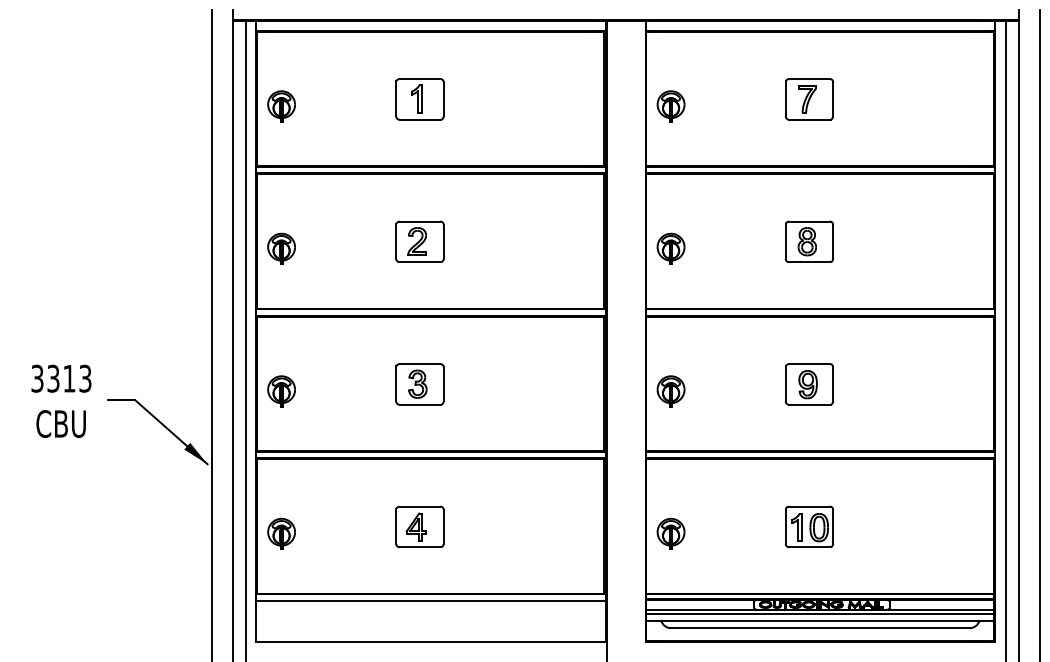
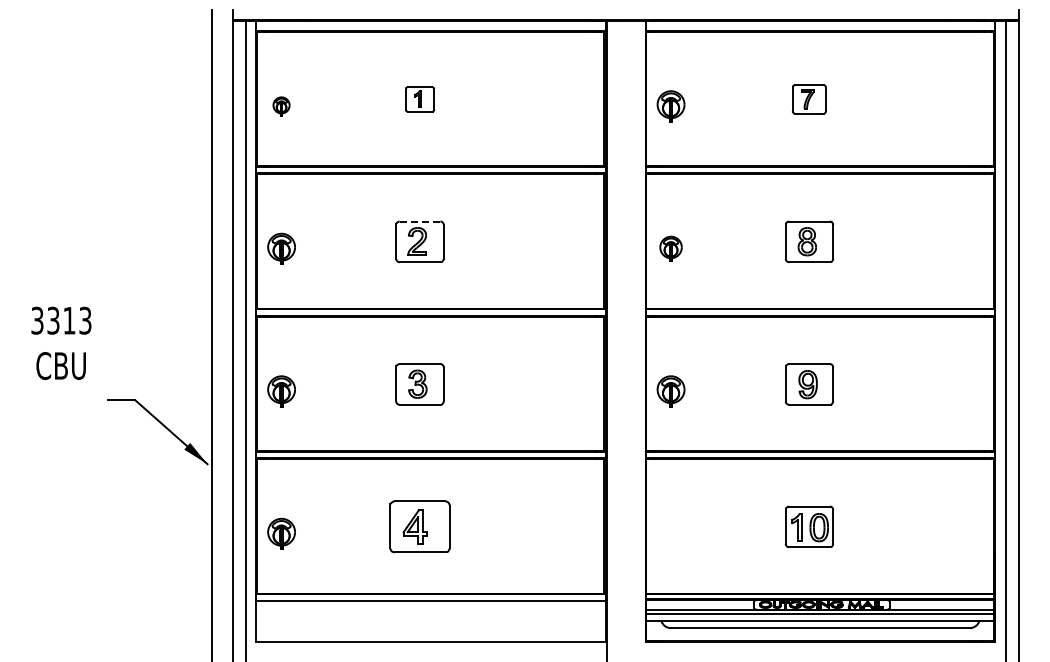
part at (419, 99) size: 50x43 px -> 31x27 px
part at (808, 99) size: 50x43 px -> 36x31 px
part at (281, 106) size: 29x33 px -> 19x21 px
line at (419, 221): solid -> dashed
part at (670, 248) size: 30x33 px -> 24x27 px
line at (1039, 333): present -> none
text at (61, 400) position: (61, 400) -> (61, 342)
part at (419, 526) size: 50x44 px -> 62x54 px
part at (670, 533): present -> none
